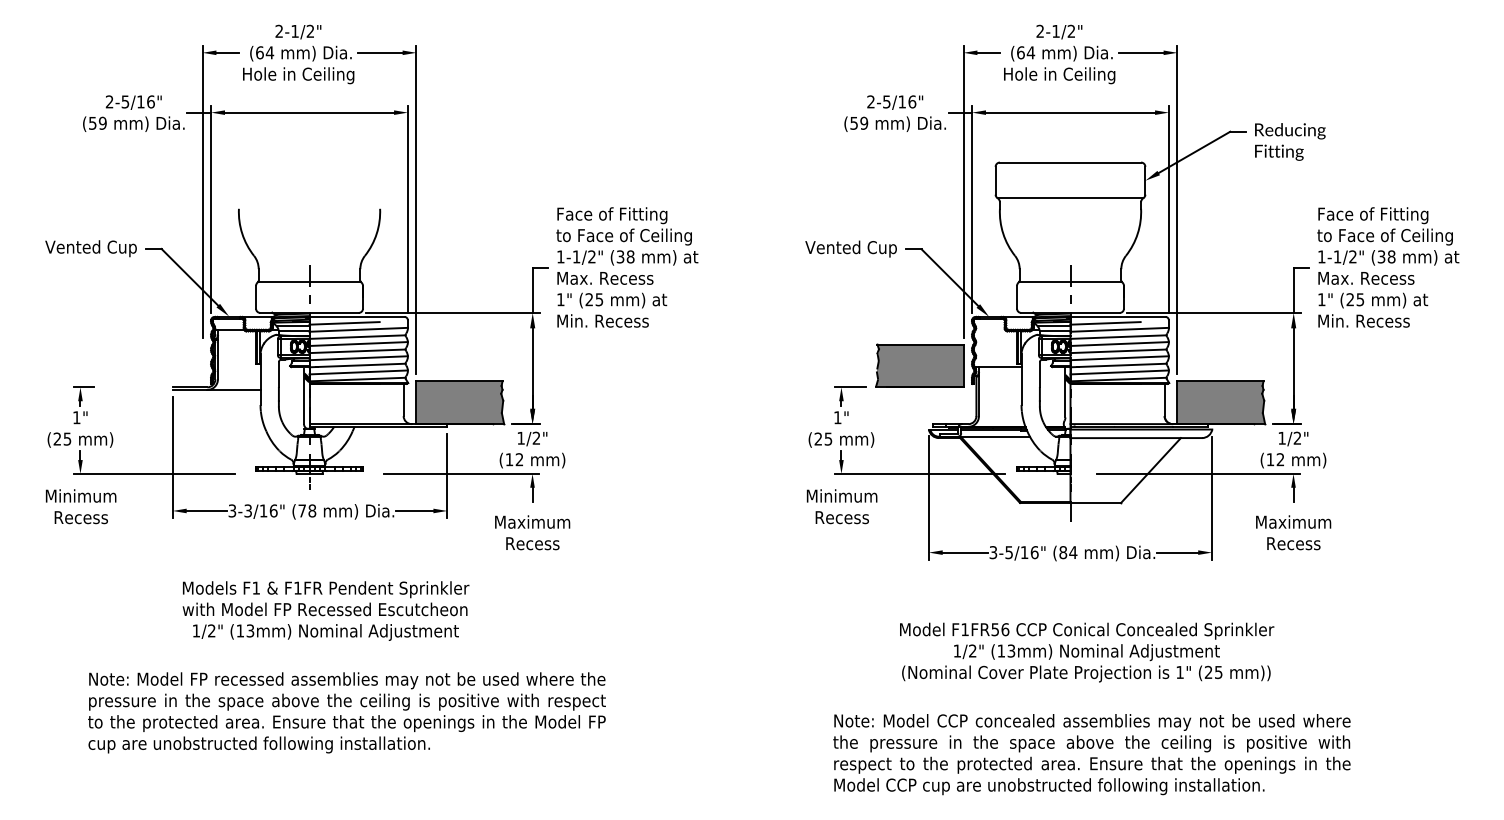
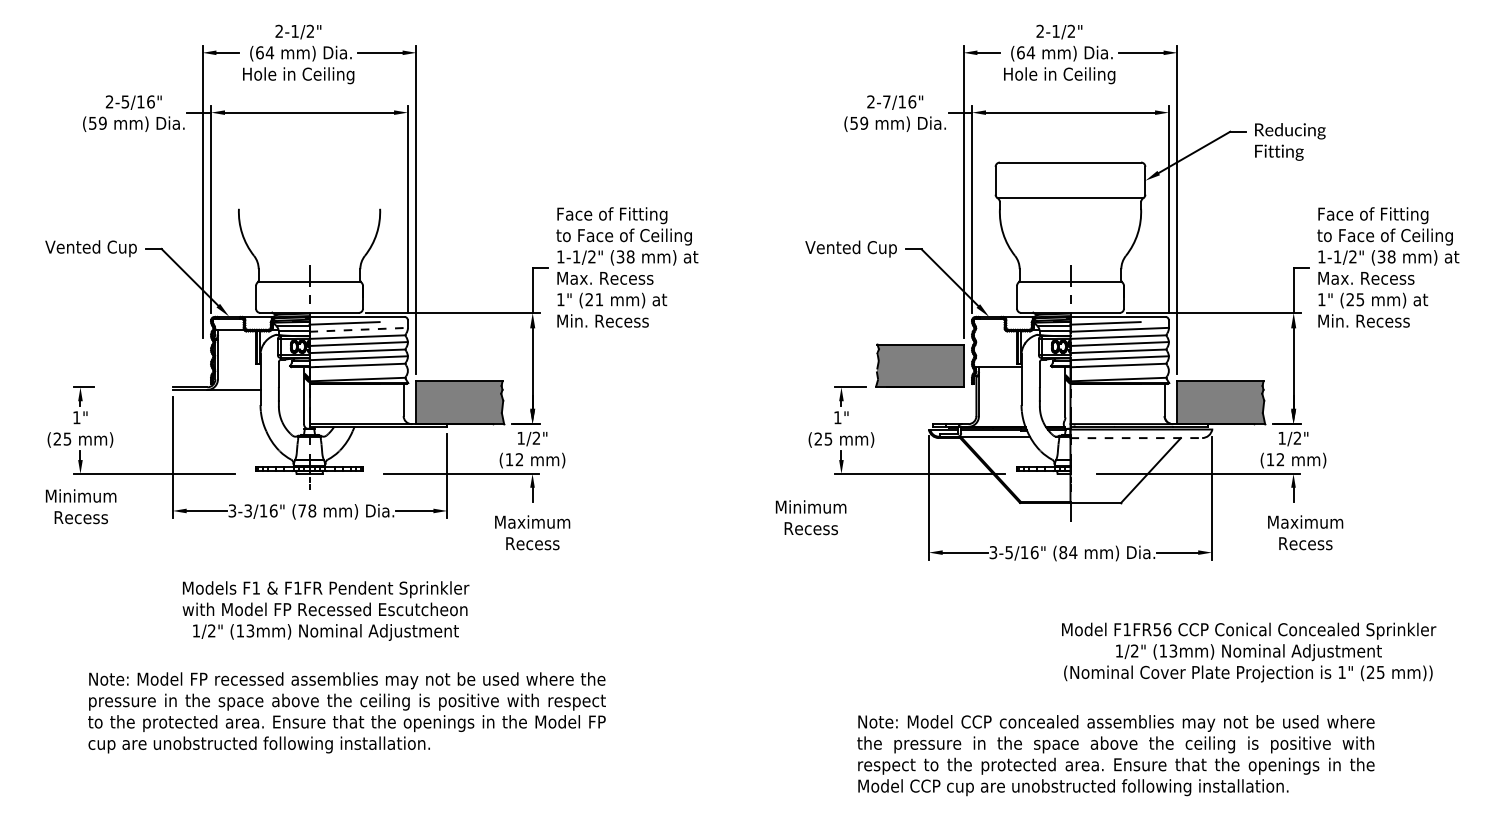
text at (886, 101): 2-5/16" -> 2-7/16"
text at (599, 299): (25 -> (21
line at (359, 329): solid -> dashed
line at (358, 372): present -> none
line at (1119, 372): present -> none
line at (1136, 438): solid -> dashed
text at (841, 506) position: (841, 506) -> (810, 517)
text at (1293, 532) position: (1293, 532) -> (1305, 532)
text at (1087, 652) position: (1087, 652) -> (1249, 652)
text at (1091, 754) position: (1091, 754) -> (1115, 755)
